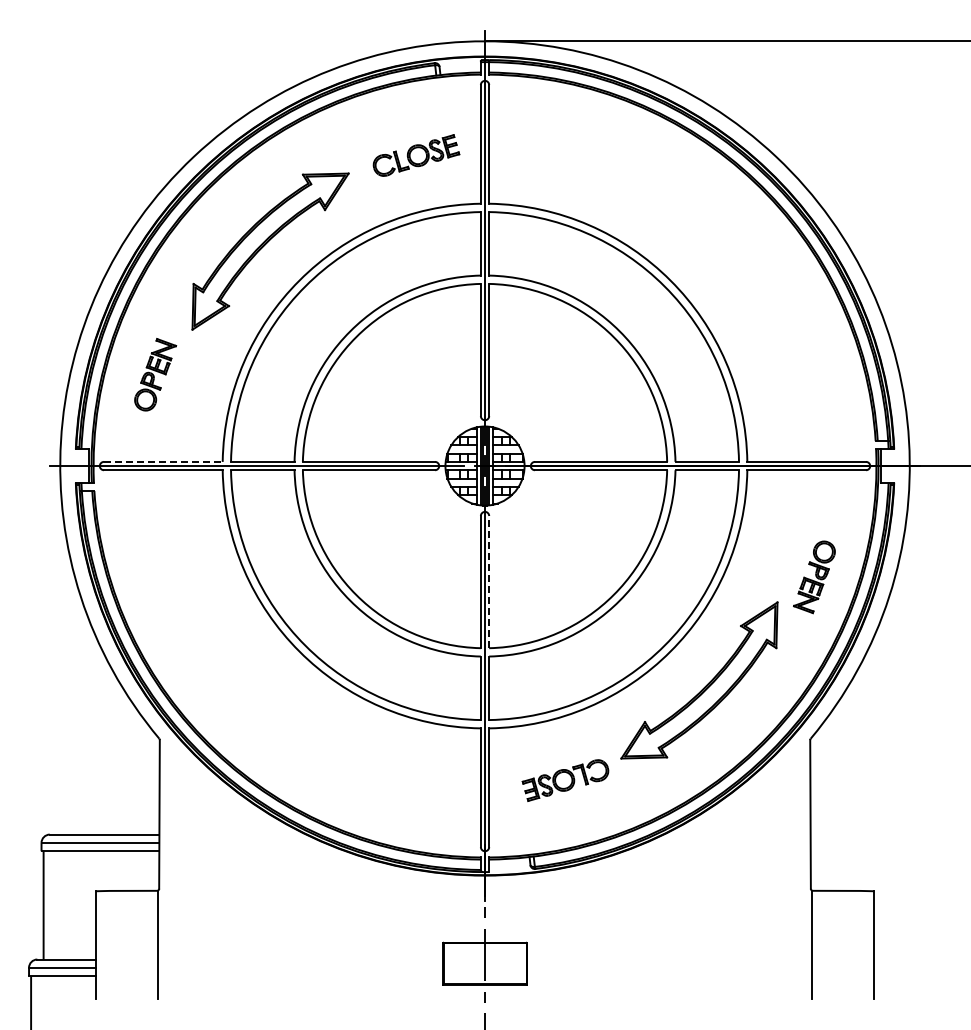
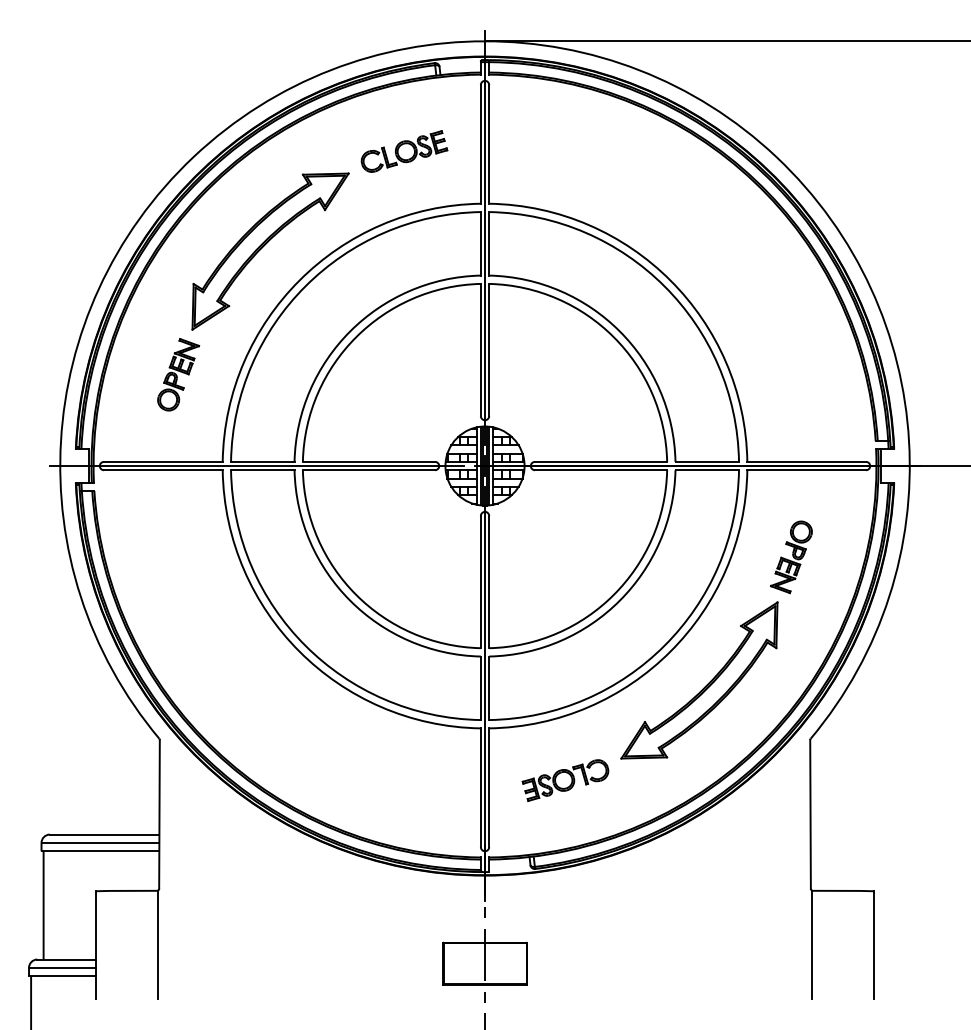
part at (416, 155) position: (416, 155) -> (404, 151)
part at (155, 374) position: (155, 374) -> (178, 374)
line at (163, 461): dashed -> solid
part at (814, 577) position: (814, 577) -> (791, 557)
line at (489, 581): dashed -> solid
